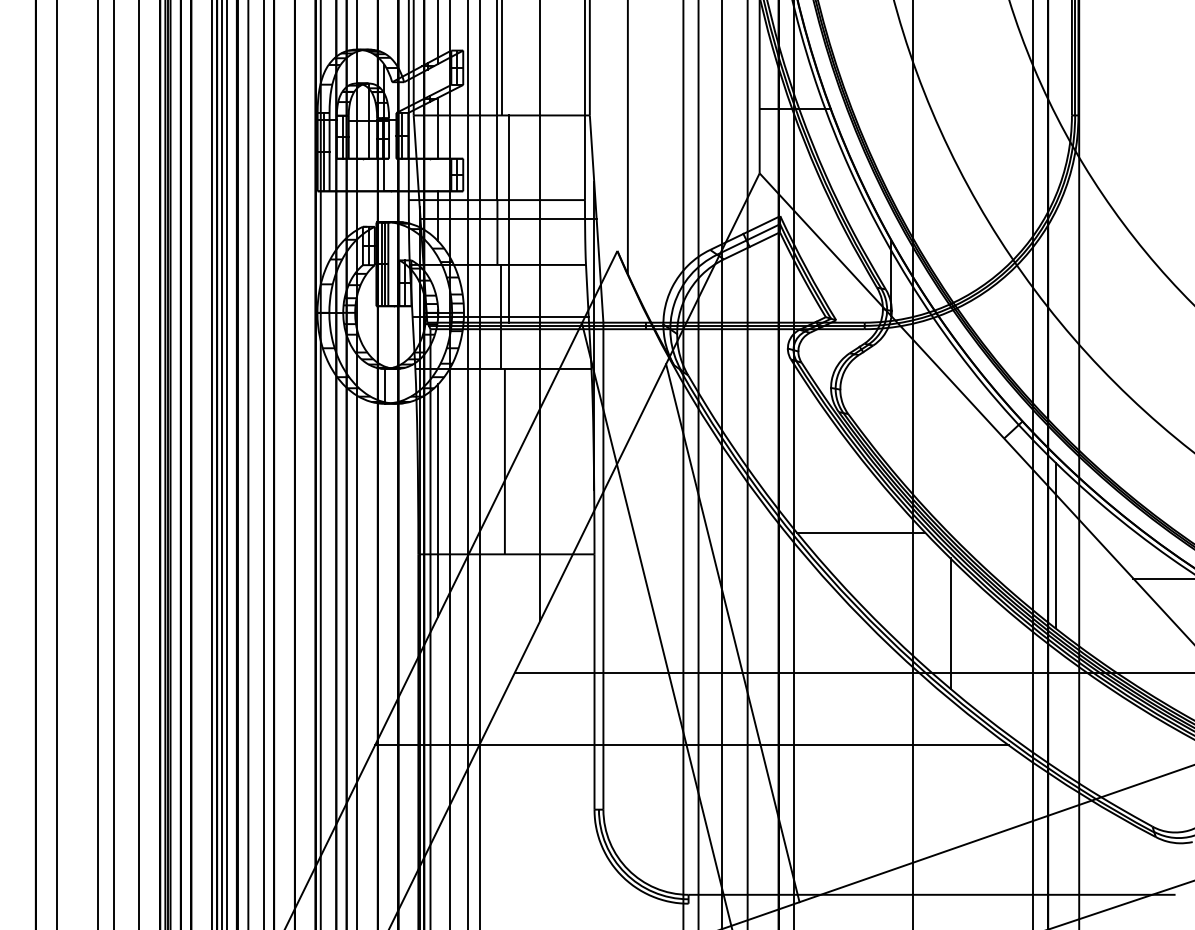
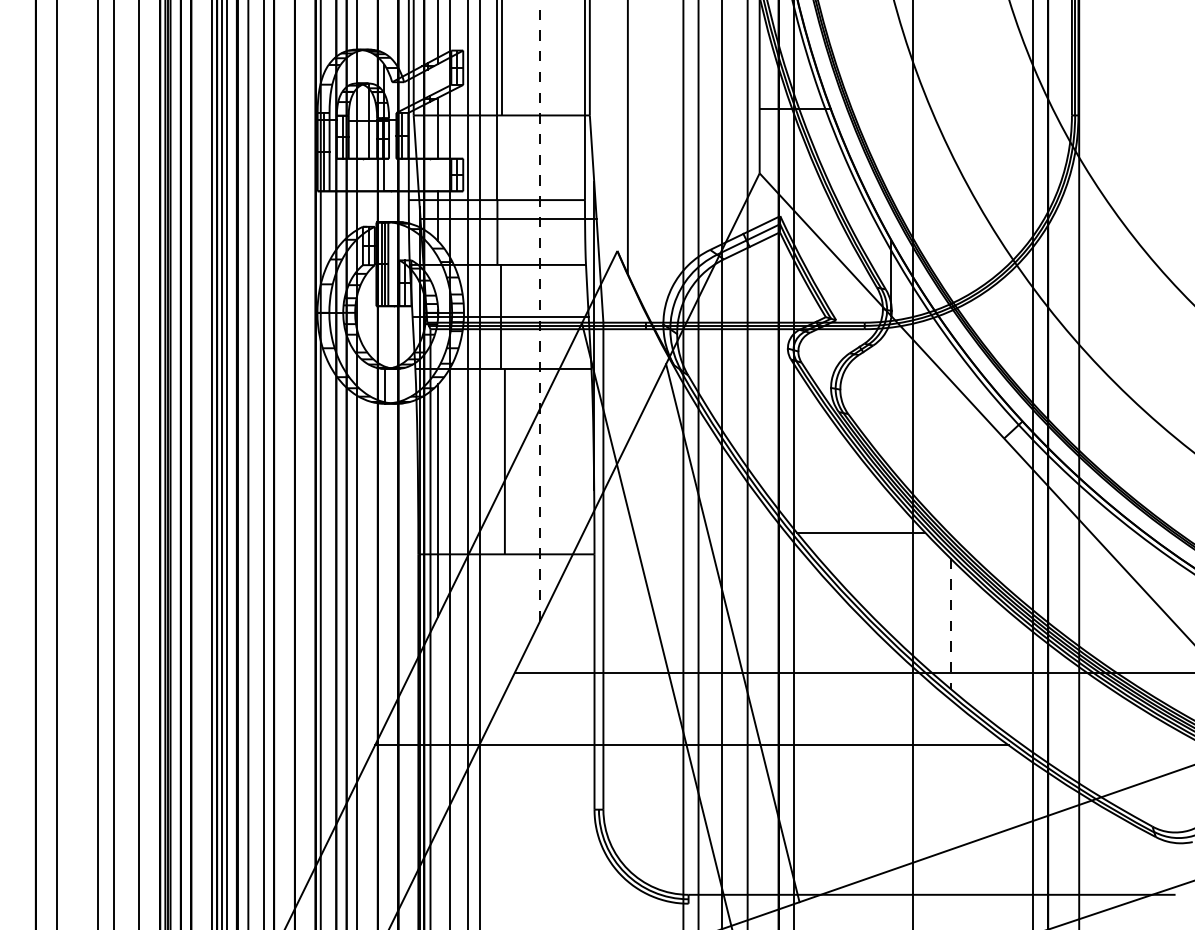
line at (508, 218): present -> none
line at (540, 310): solid -> dashed
line at (1055, 545): present -> none
line at (1162, 578): present -> none
line at (950, 624): solid -> dashed
